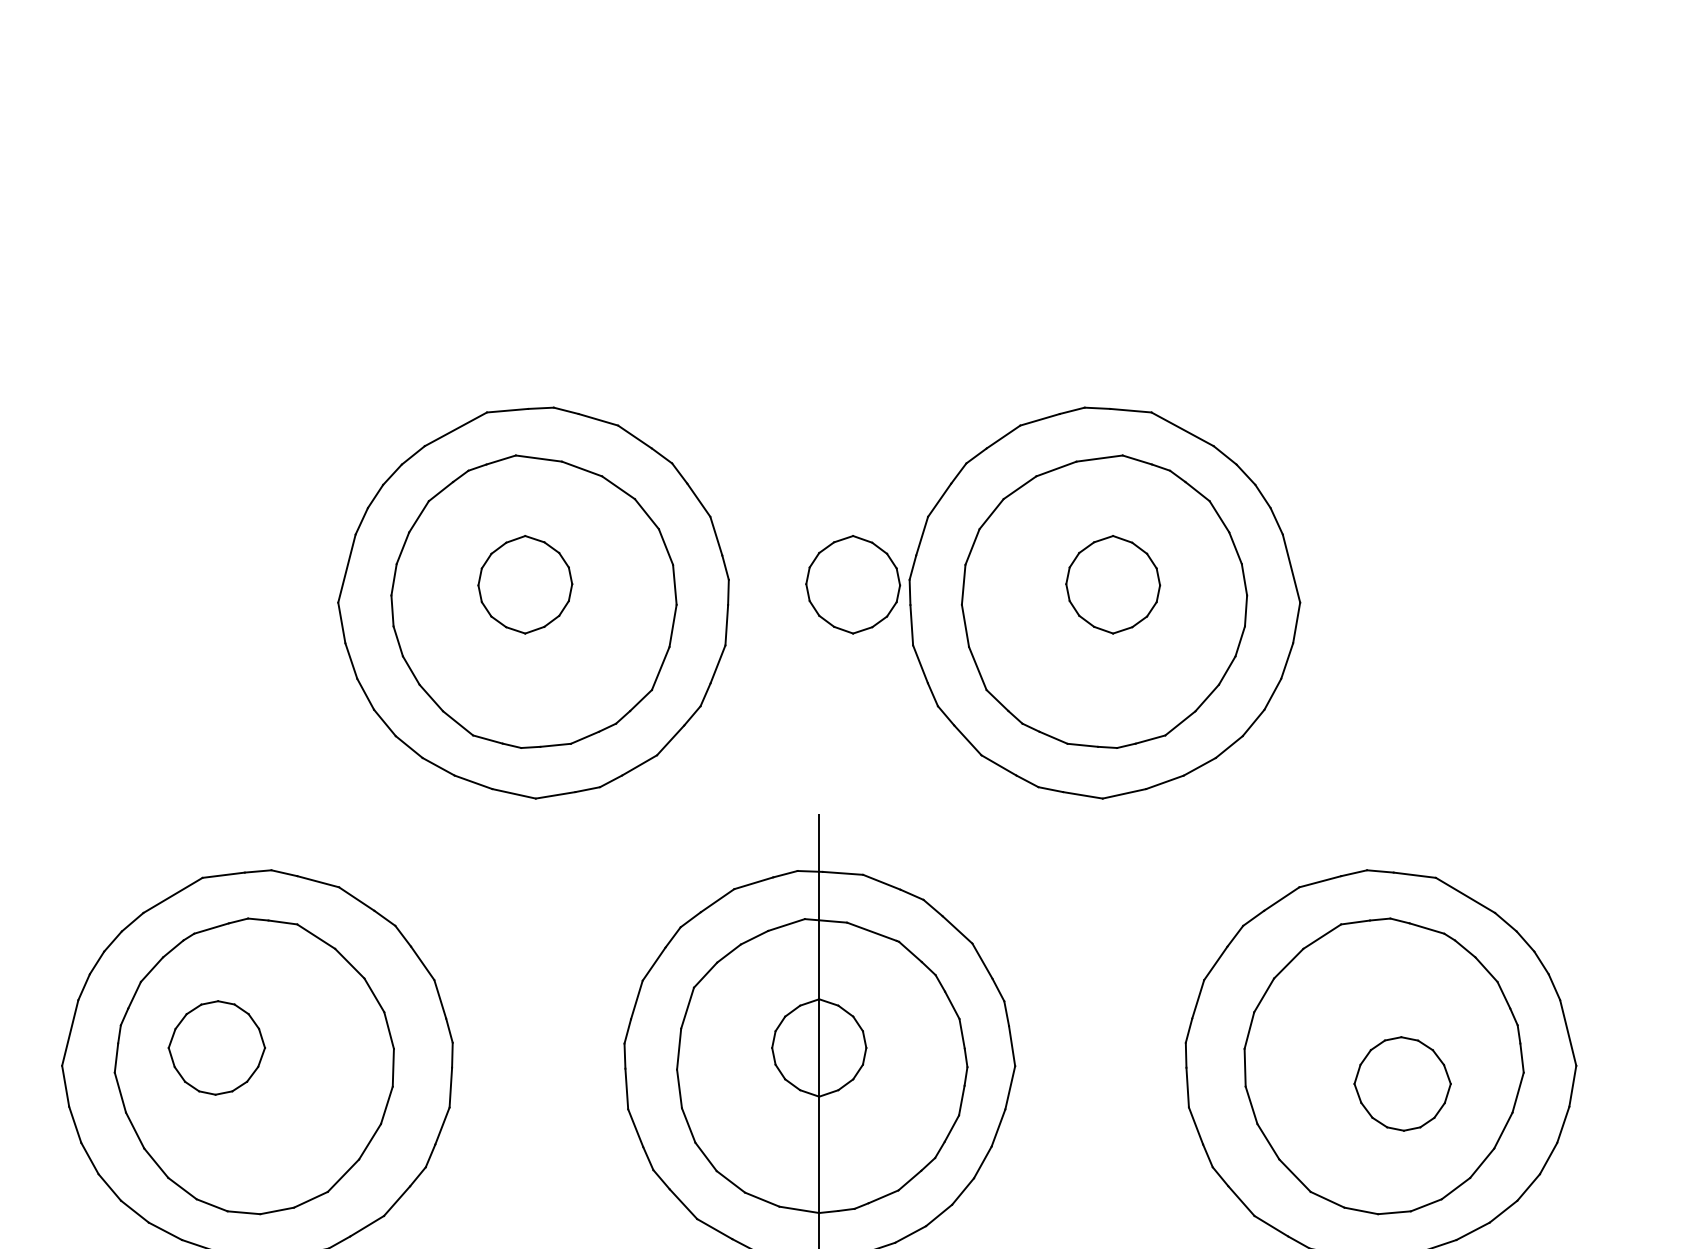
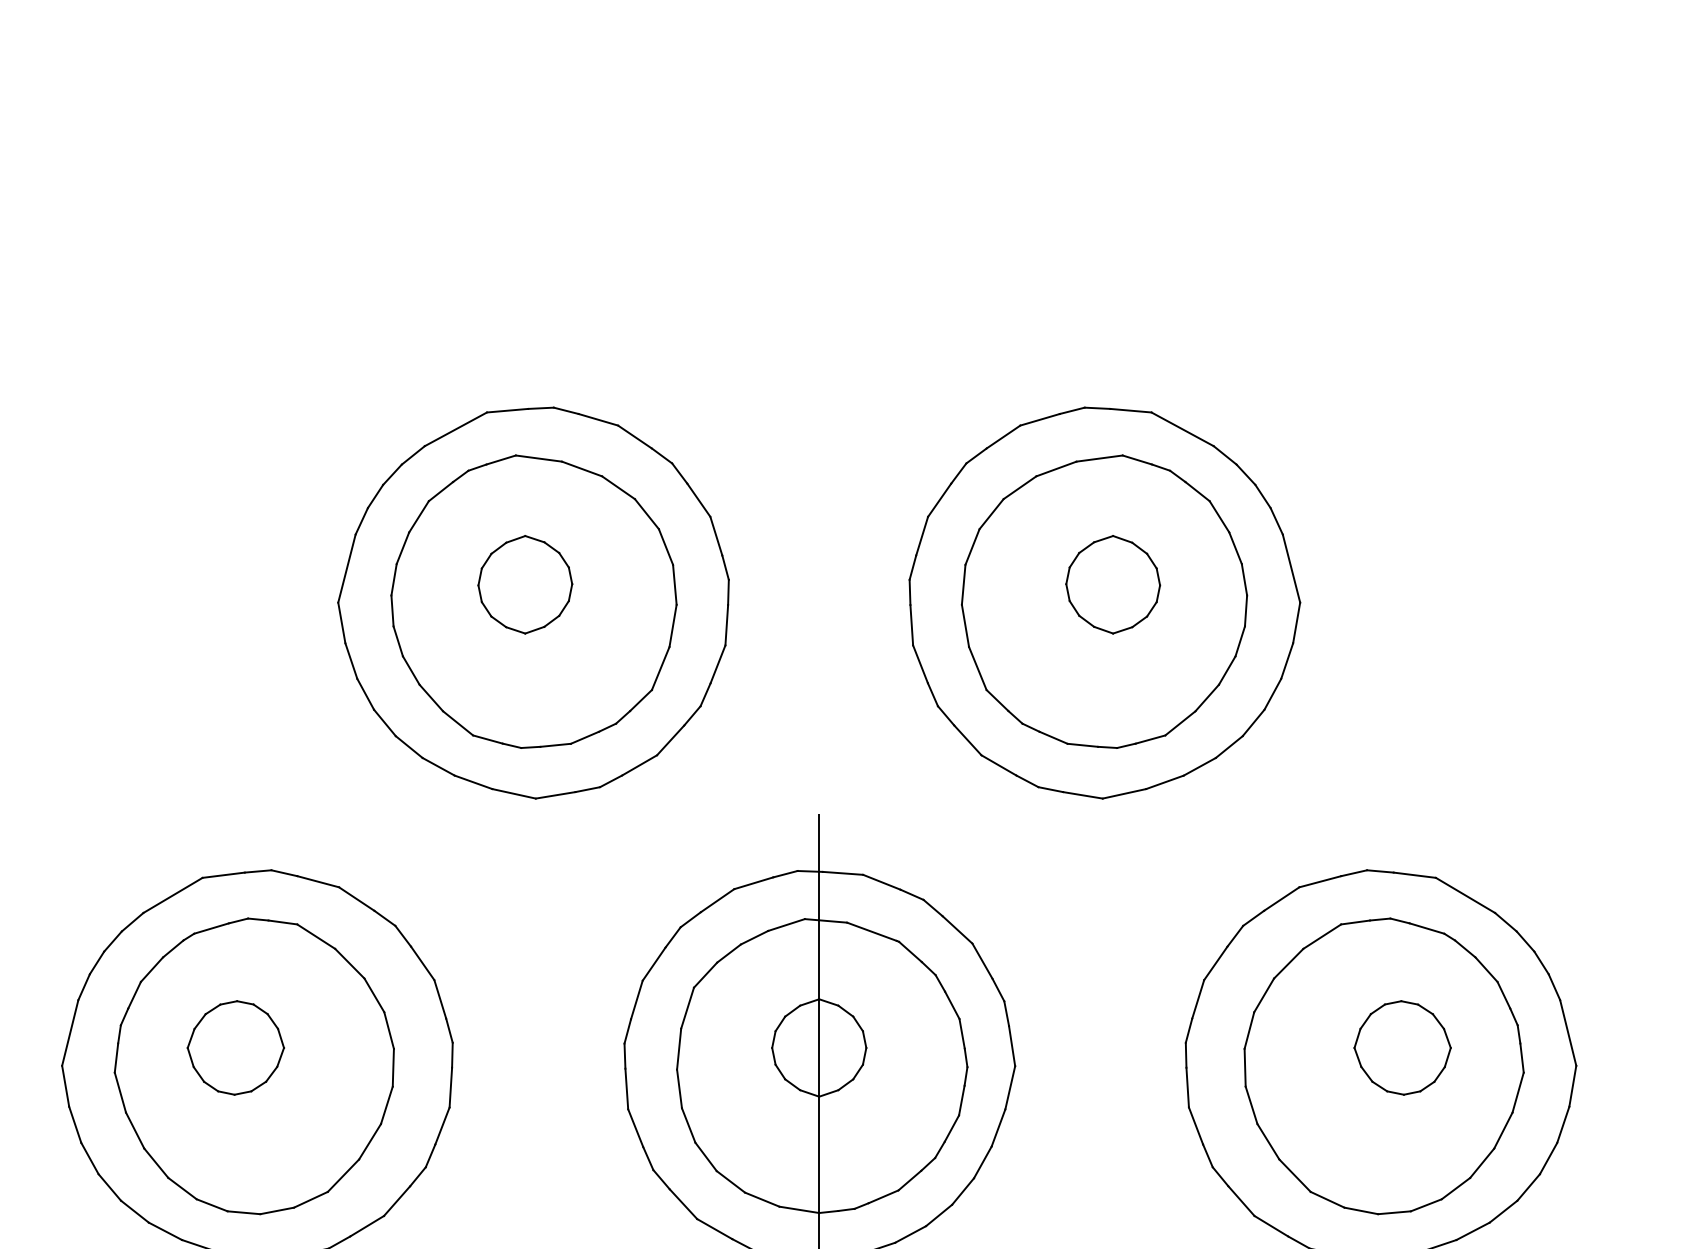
part at (853, 584): present -> none
part at (216, 1047) position: (216, 1047) -> (235, 1047)
part at (1402, 1083) position: (1402, 1083) -> (1402, 1047)
